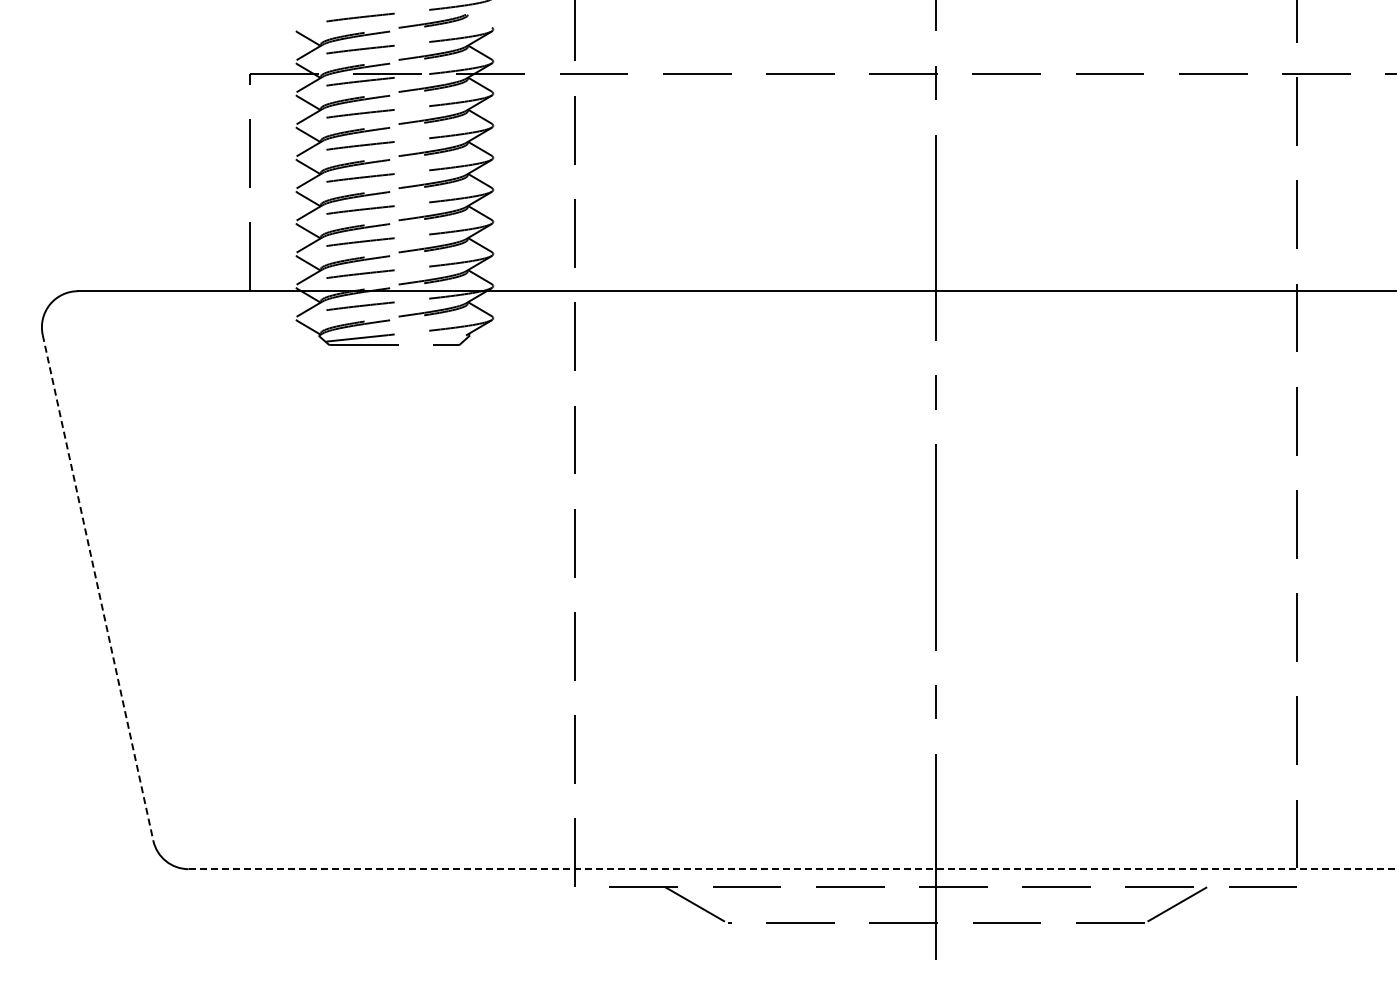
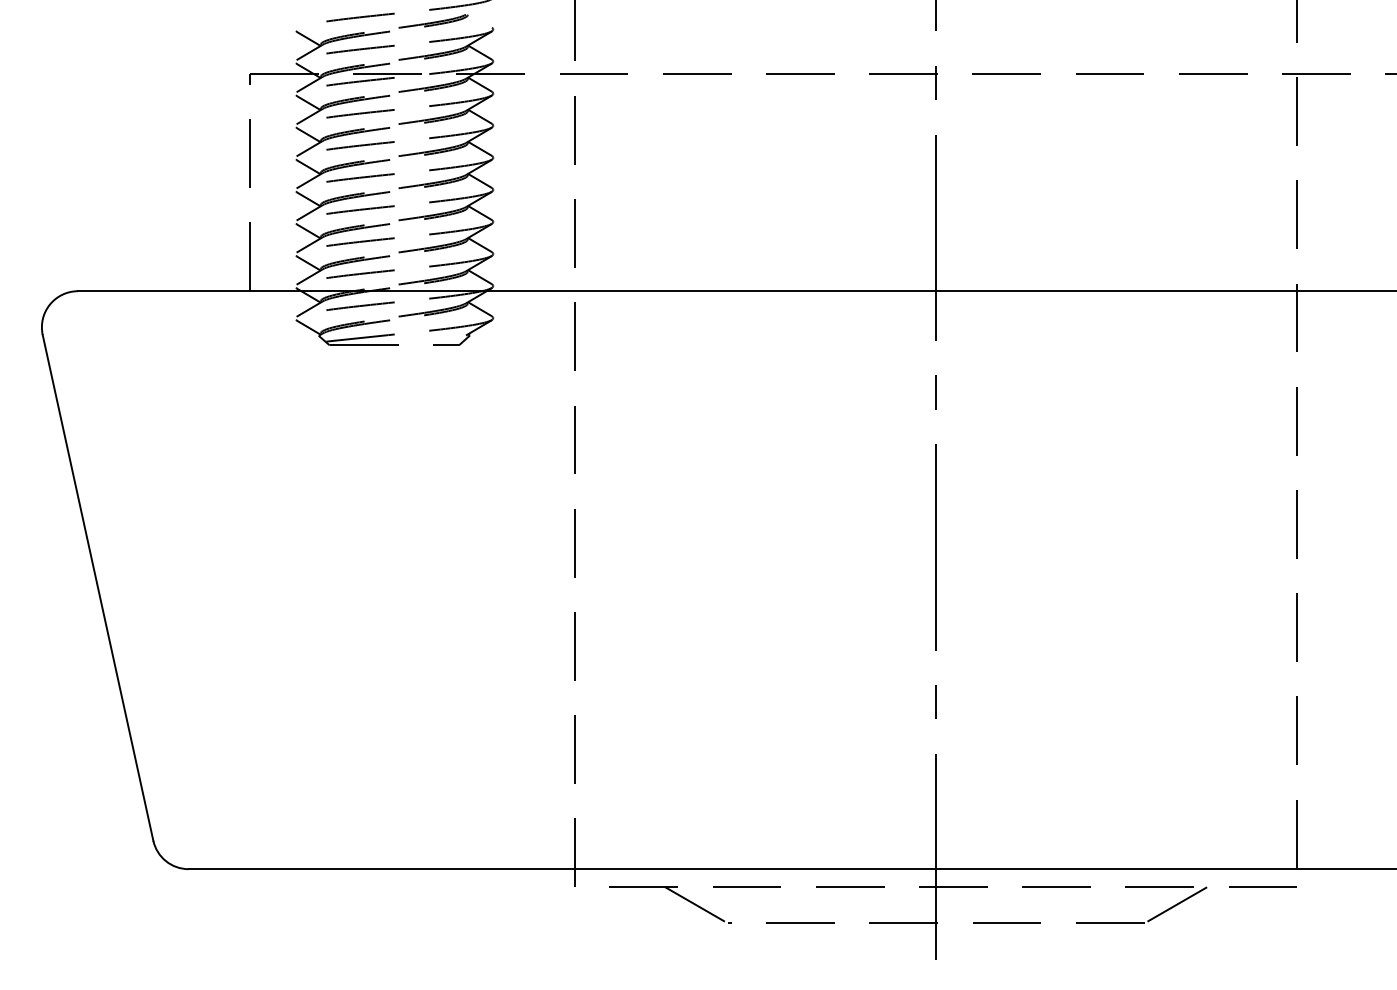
line at (98, 587): dashed -> solid
line at (793, 869): dashed -> solid
